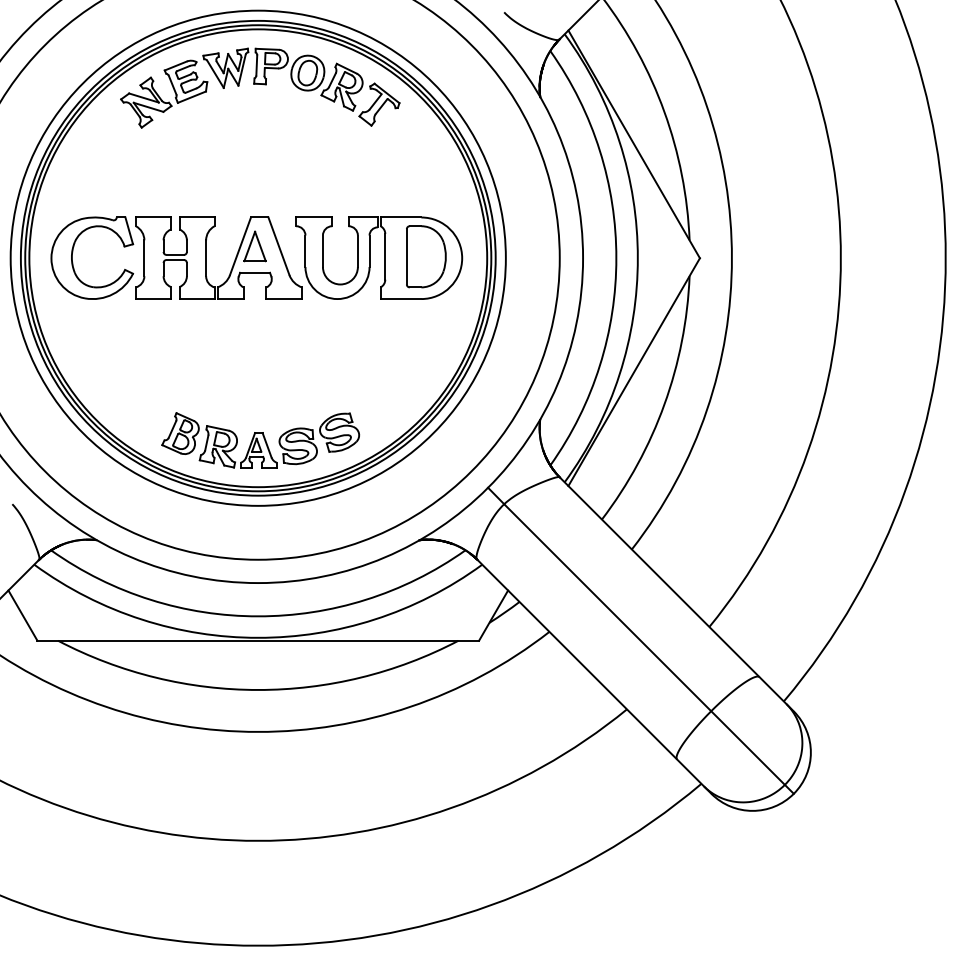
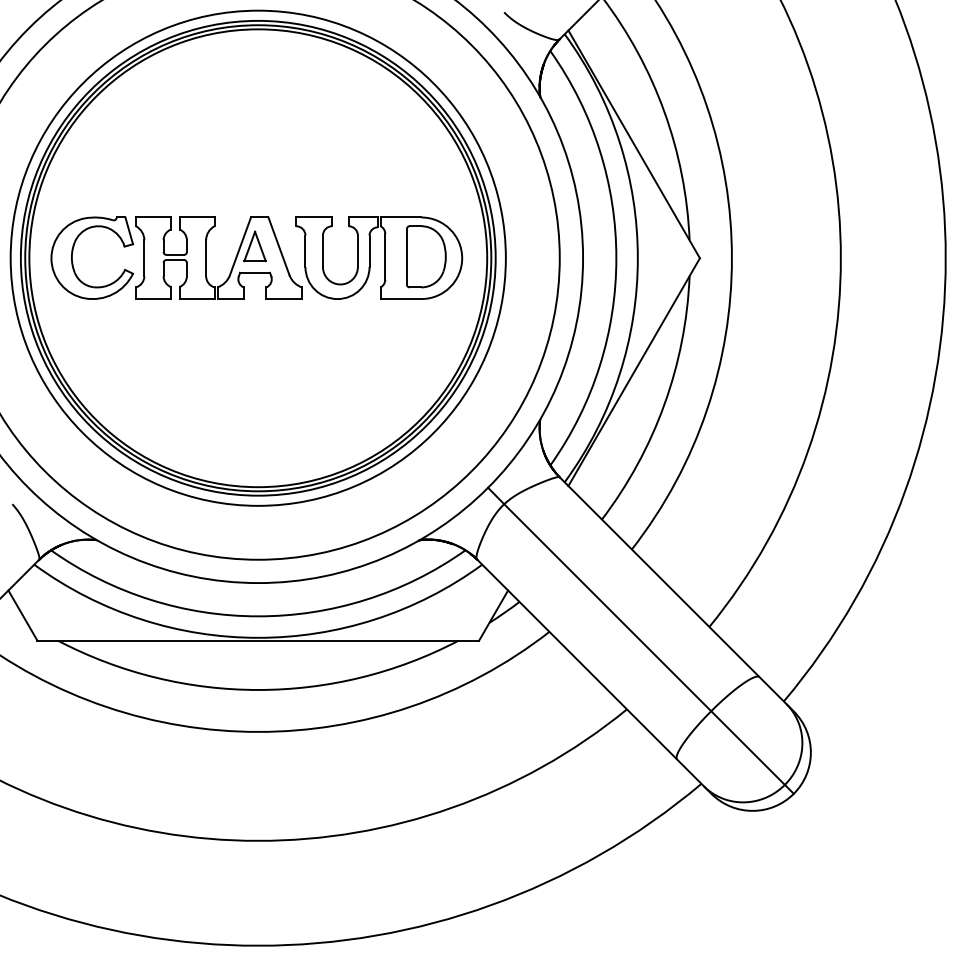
part at (260, 87): present -> none
part at (260, 440): present -> none
